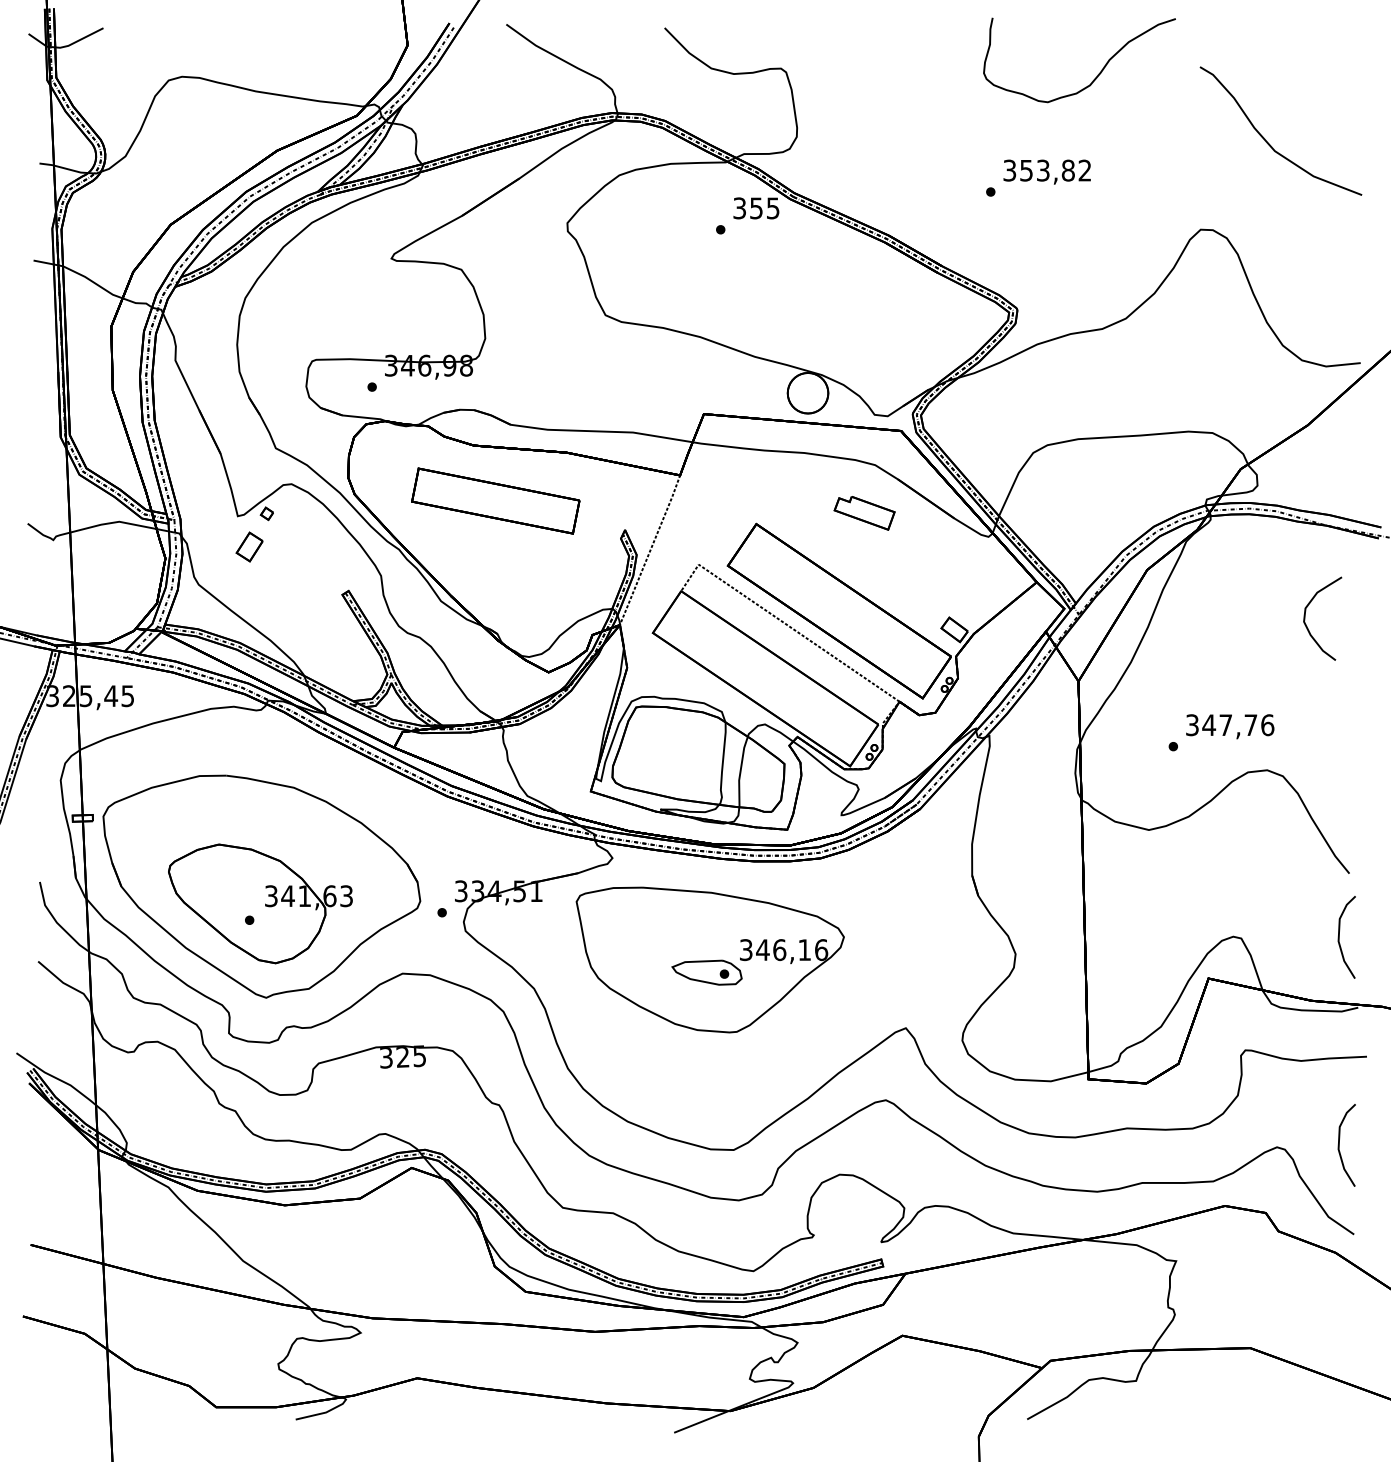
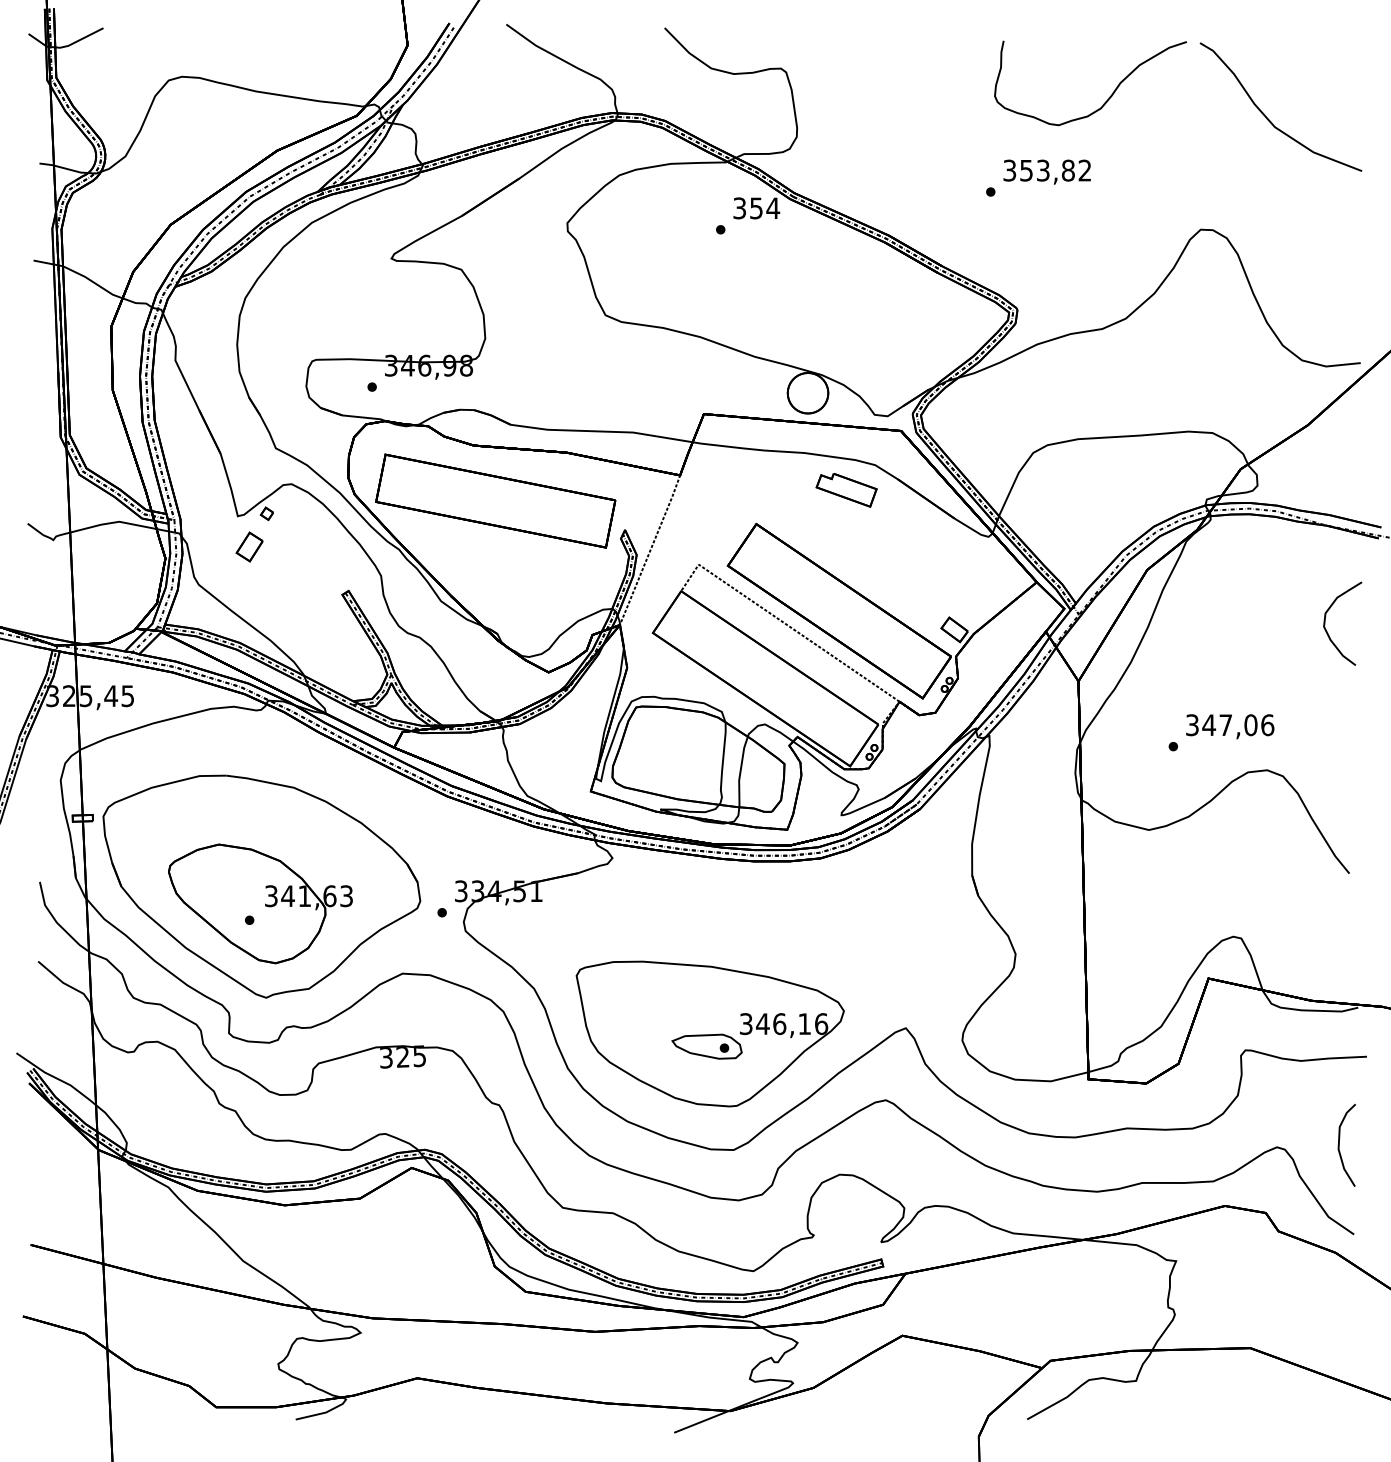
curve at (1098, 73) position: (1098, 73) -> (1109, 96)
curve at (1268, 142) position: (1268, 142) -> (1268, 118)
text at (773, 208): 355 -> 354
part at (495, 500) size: 170x68 px -> 242x96 px
part at (864, 513) position: (864, 513) -> (846, 490)
curve at (1305, 618) position: (1305, 618) -> (1325, 623)
text at (1250, 725): 347,76 -> 347,06
curve at (1339, 937): present -> none
part at (709, 959) position: (709, 959) -> (709, 1033)
